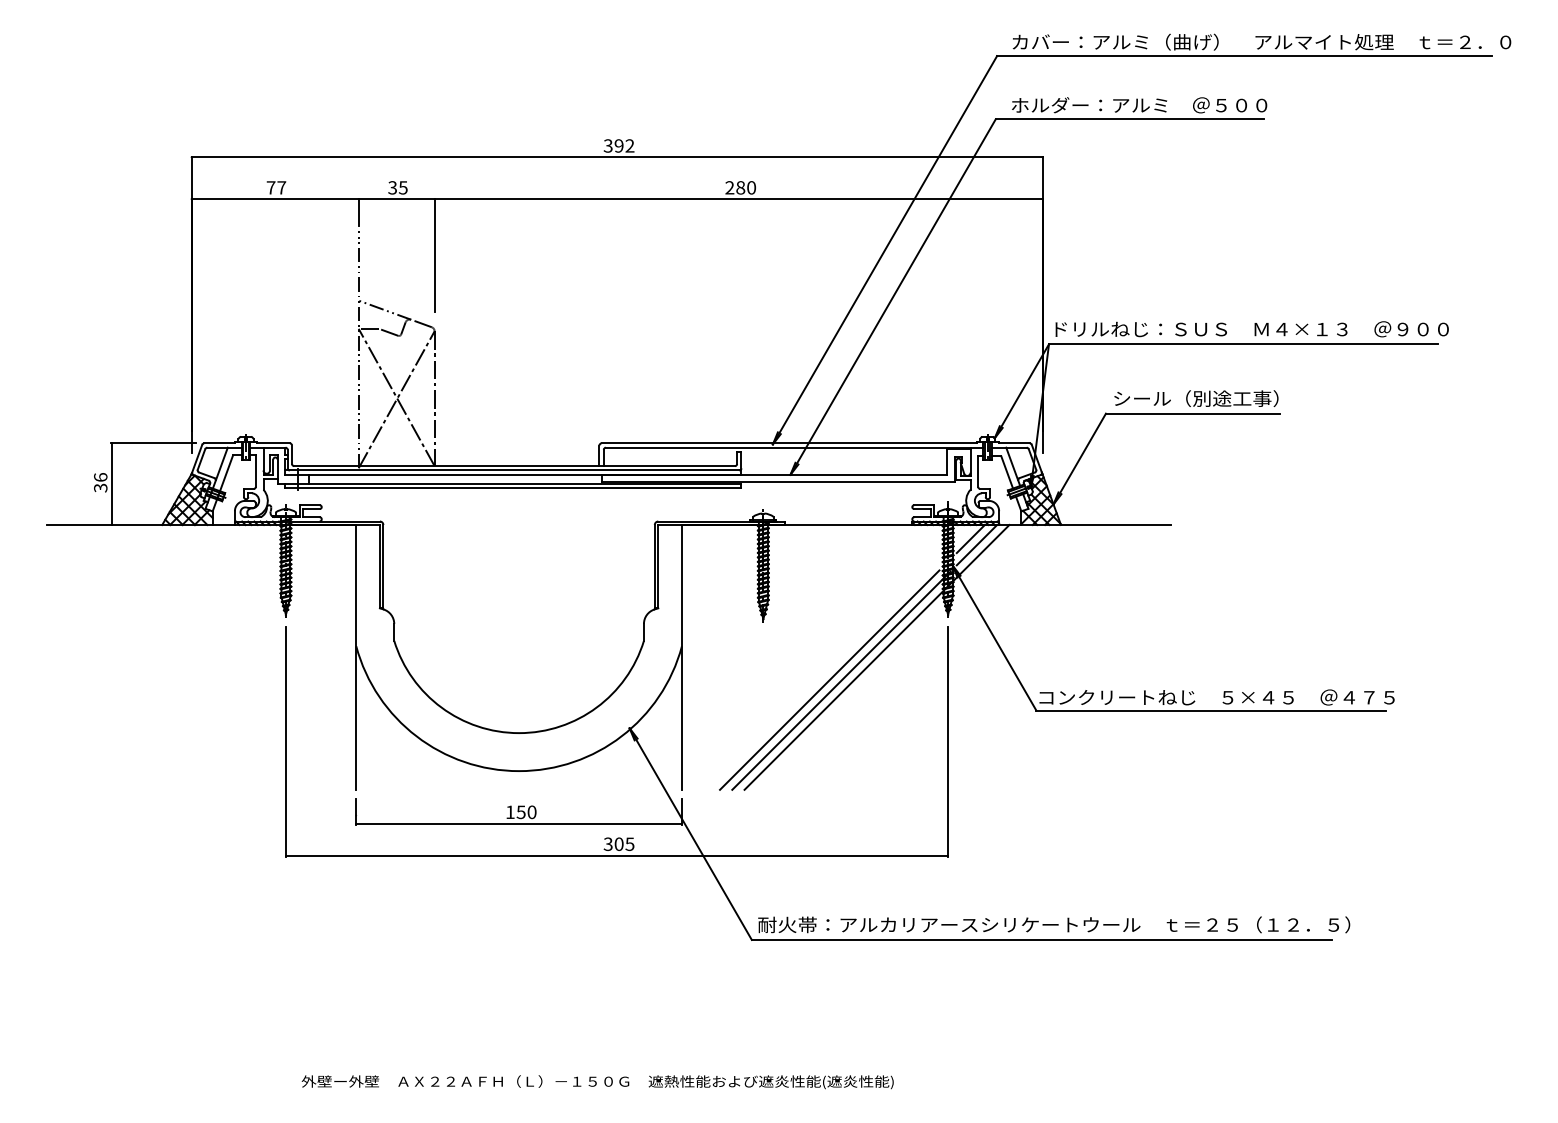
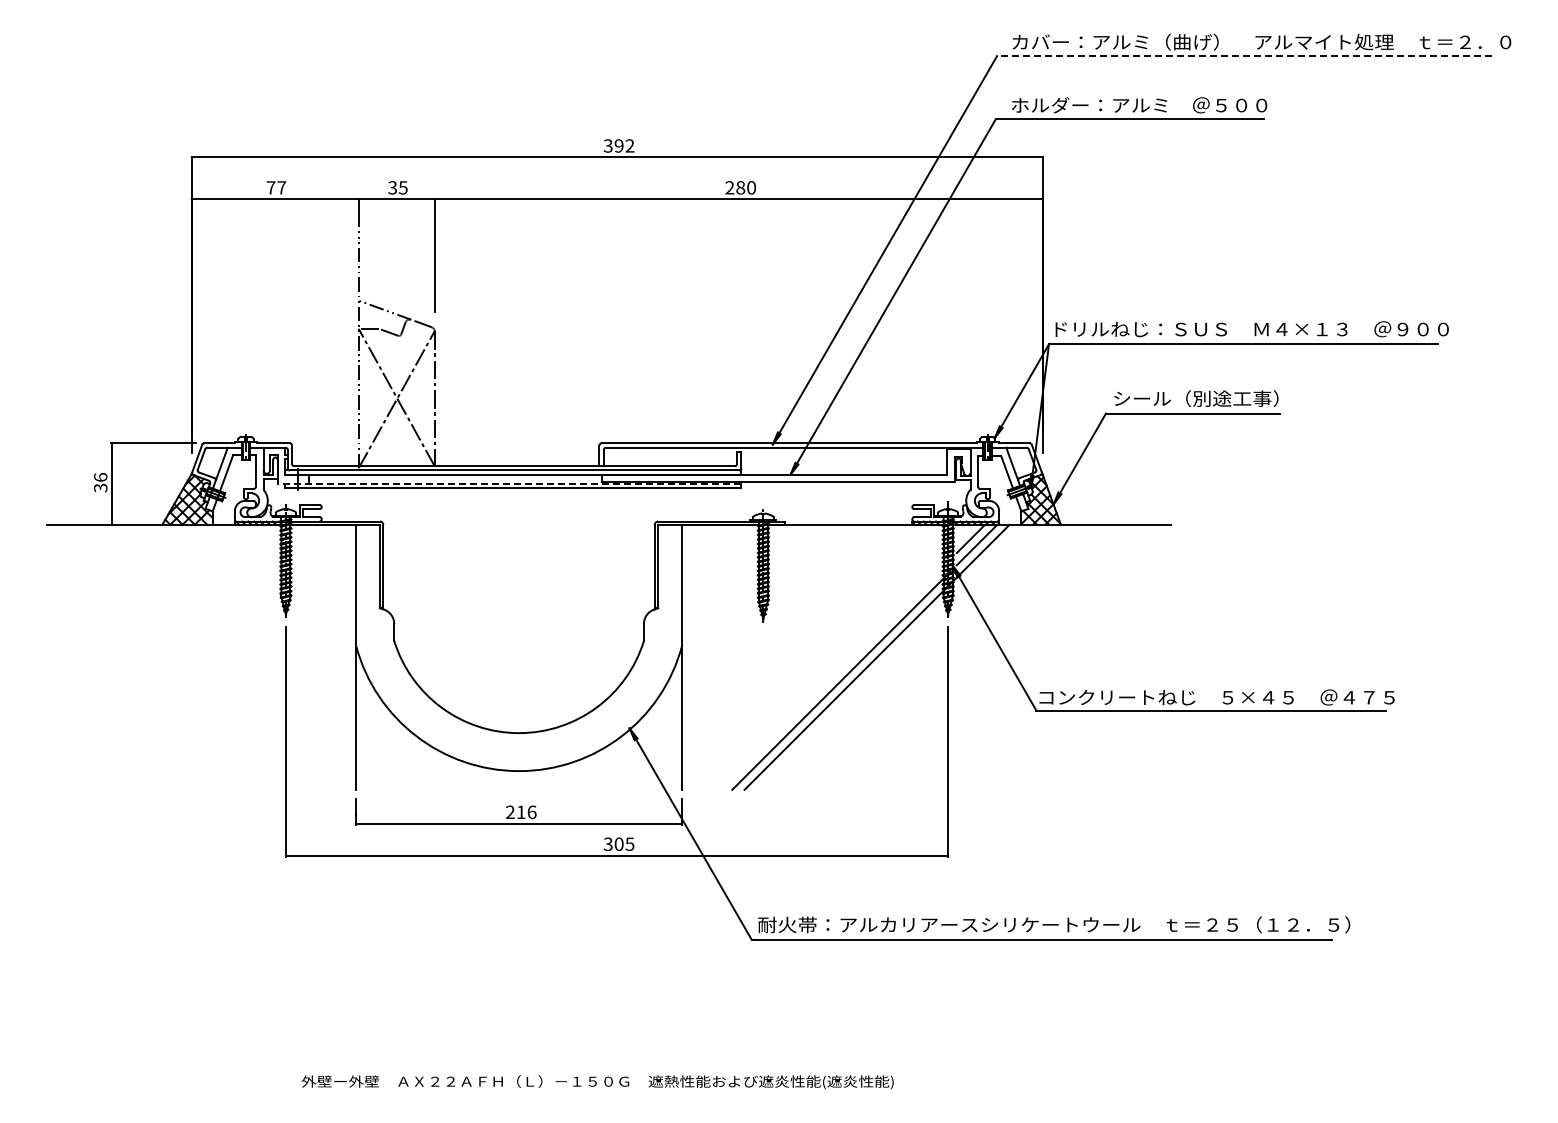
line at (1244, 56): solid -> dashed
line at (509, 483): solid -> dashed
line at (829, 679): present -> none
text at (520, 812): 150 -> 216
